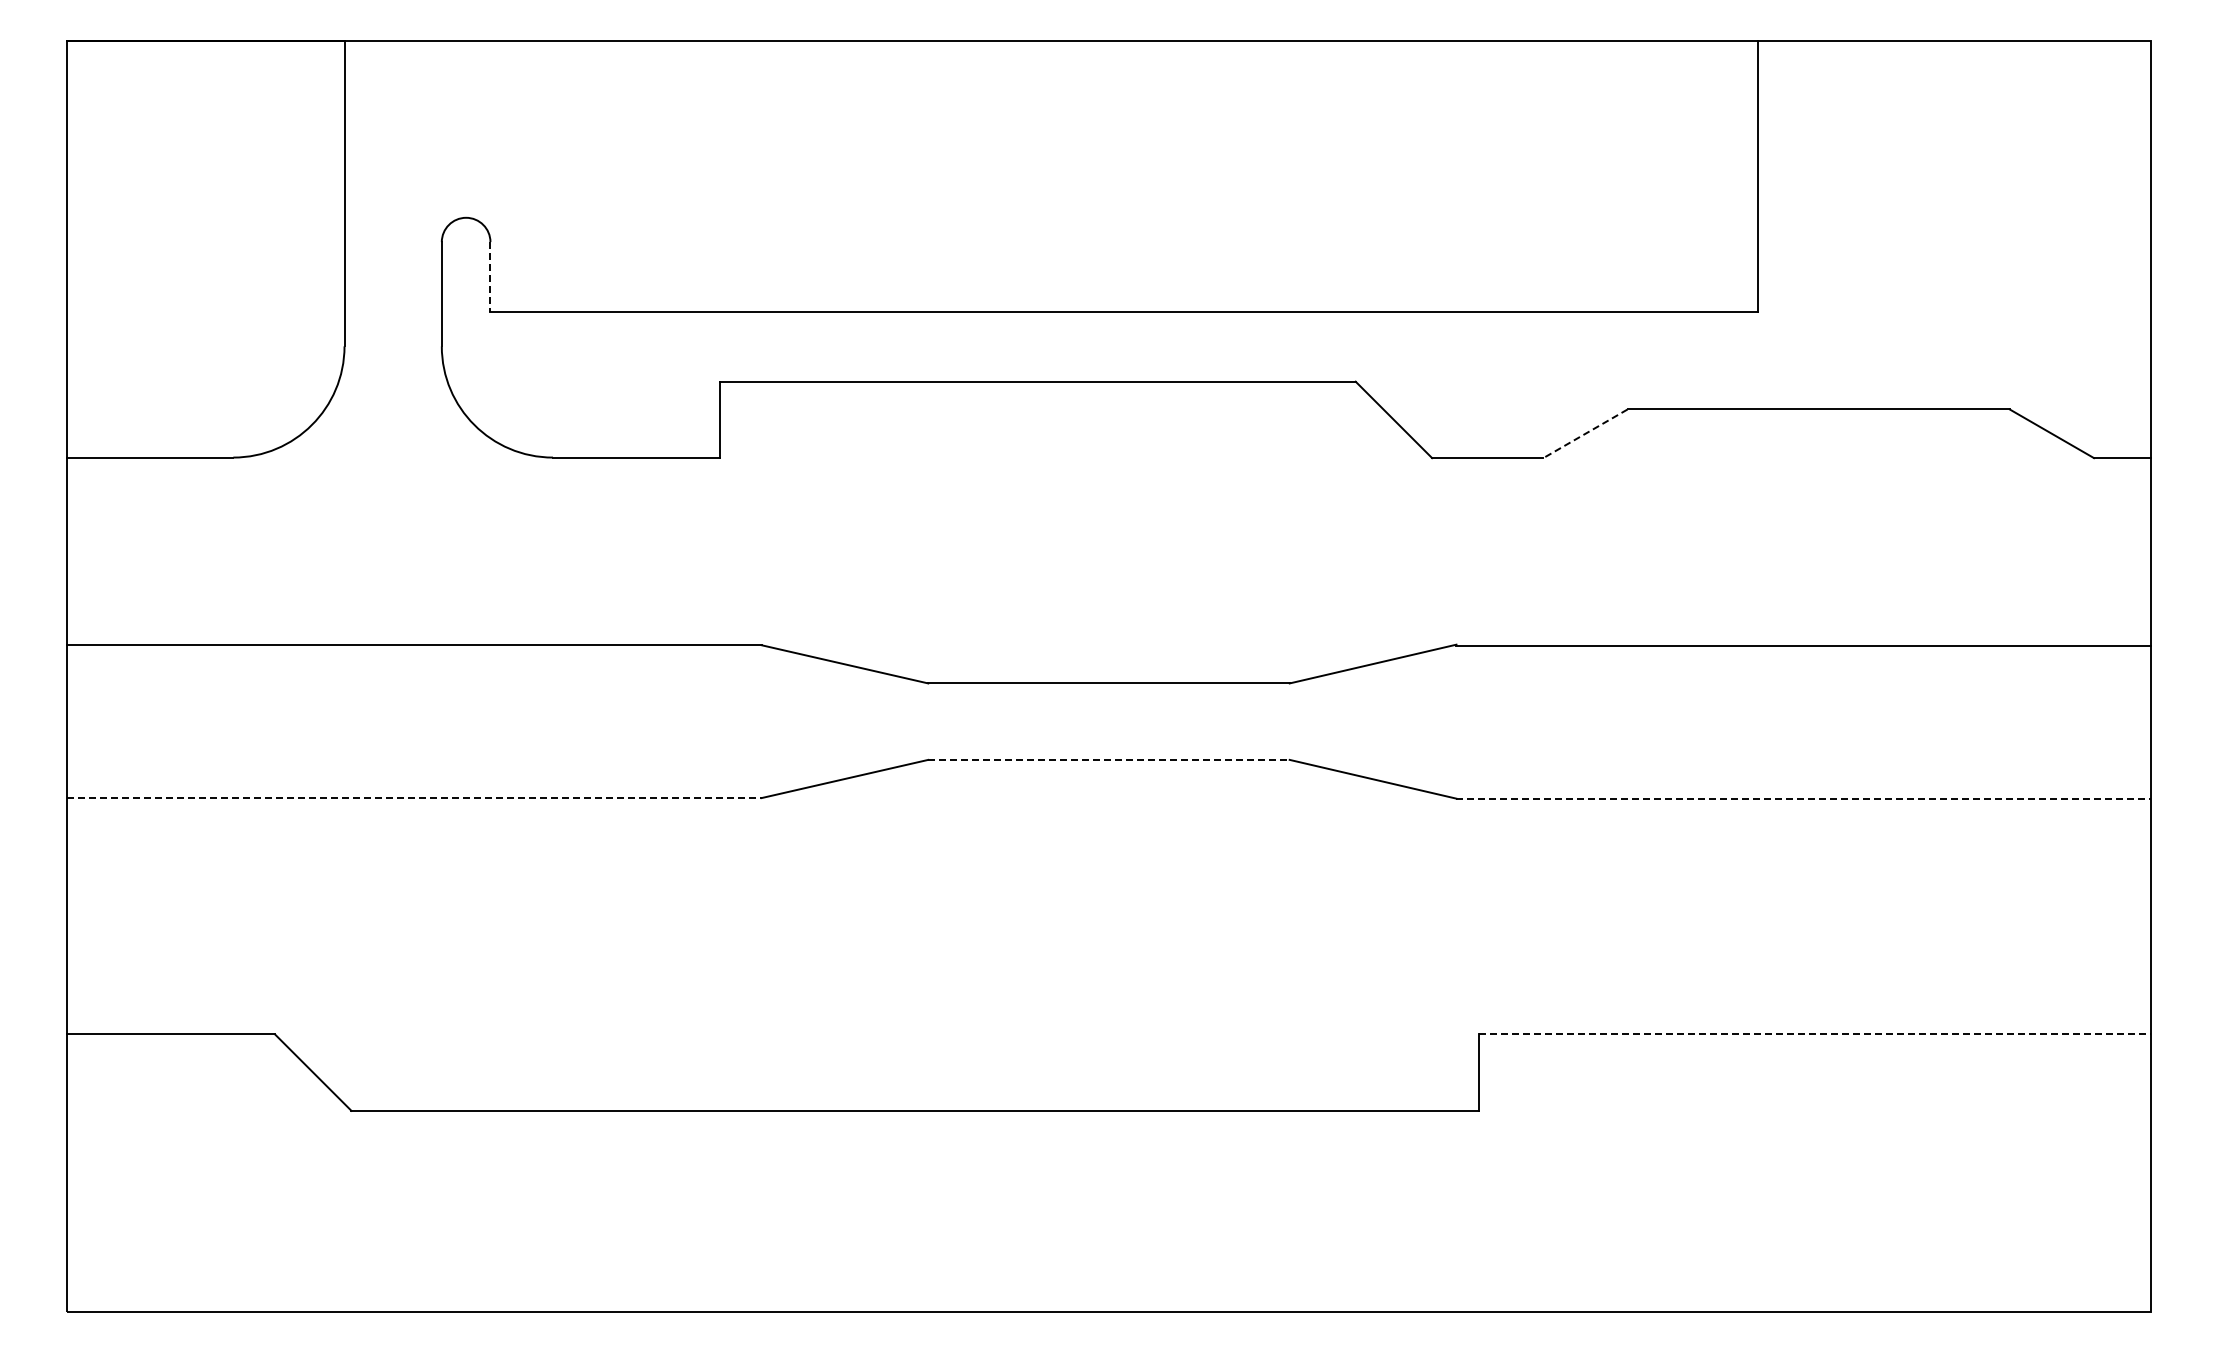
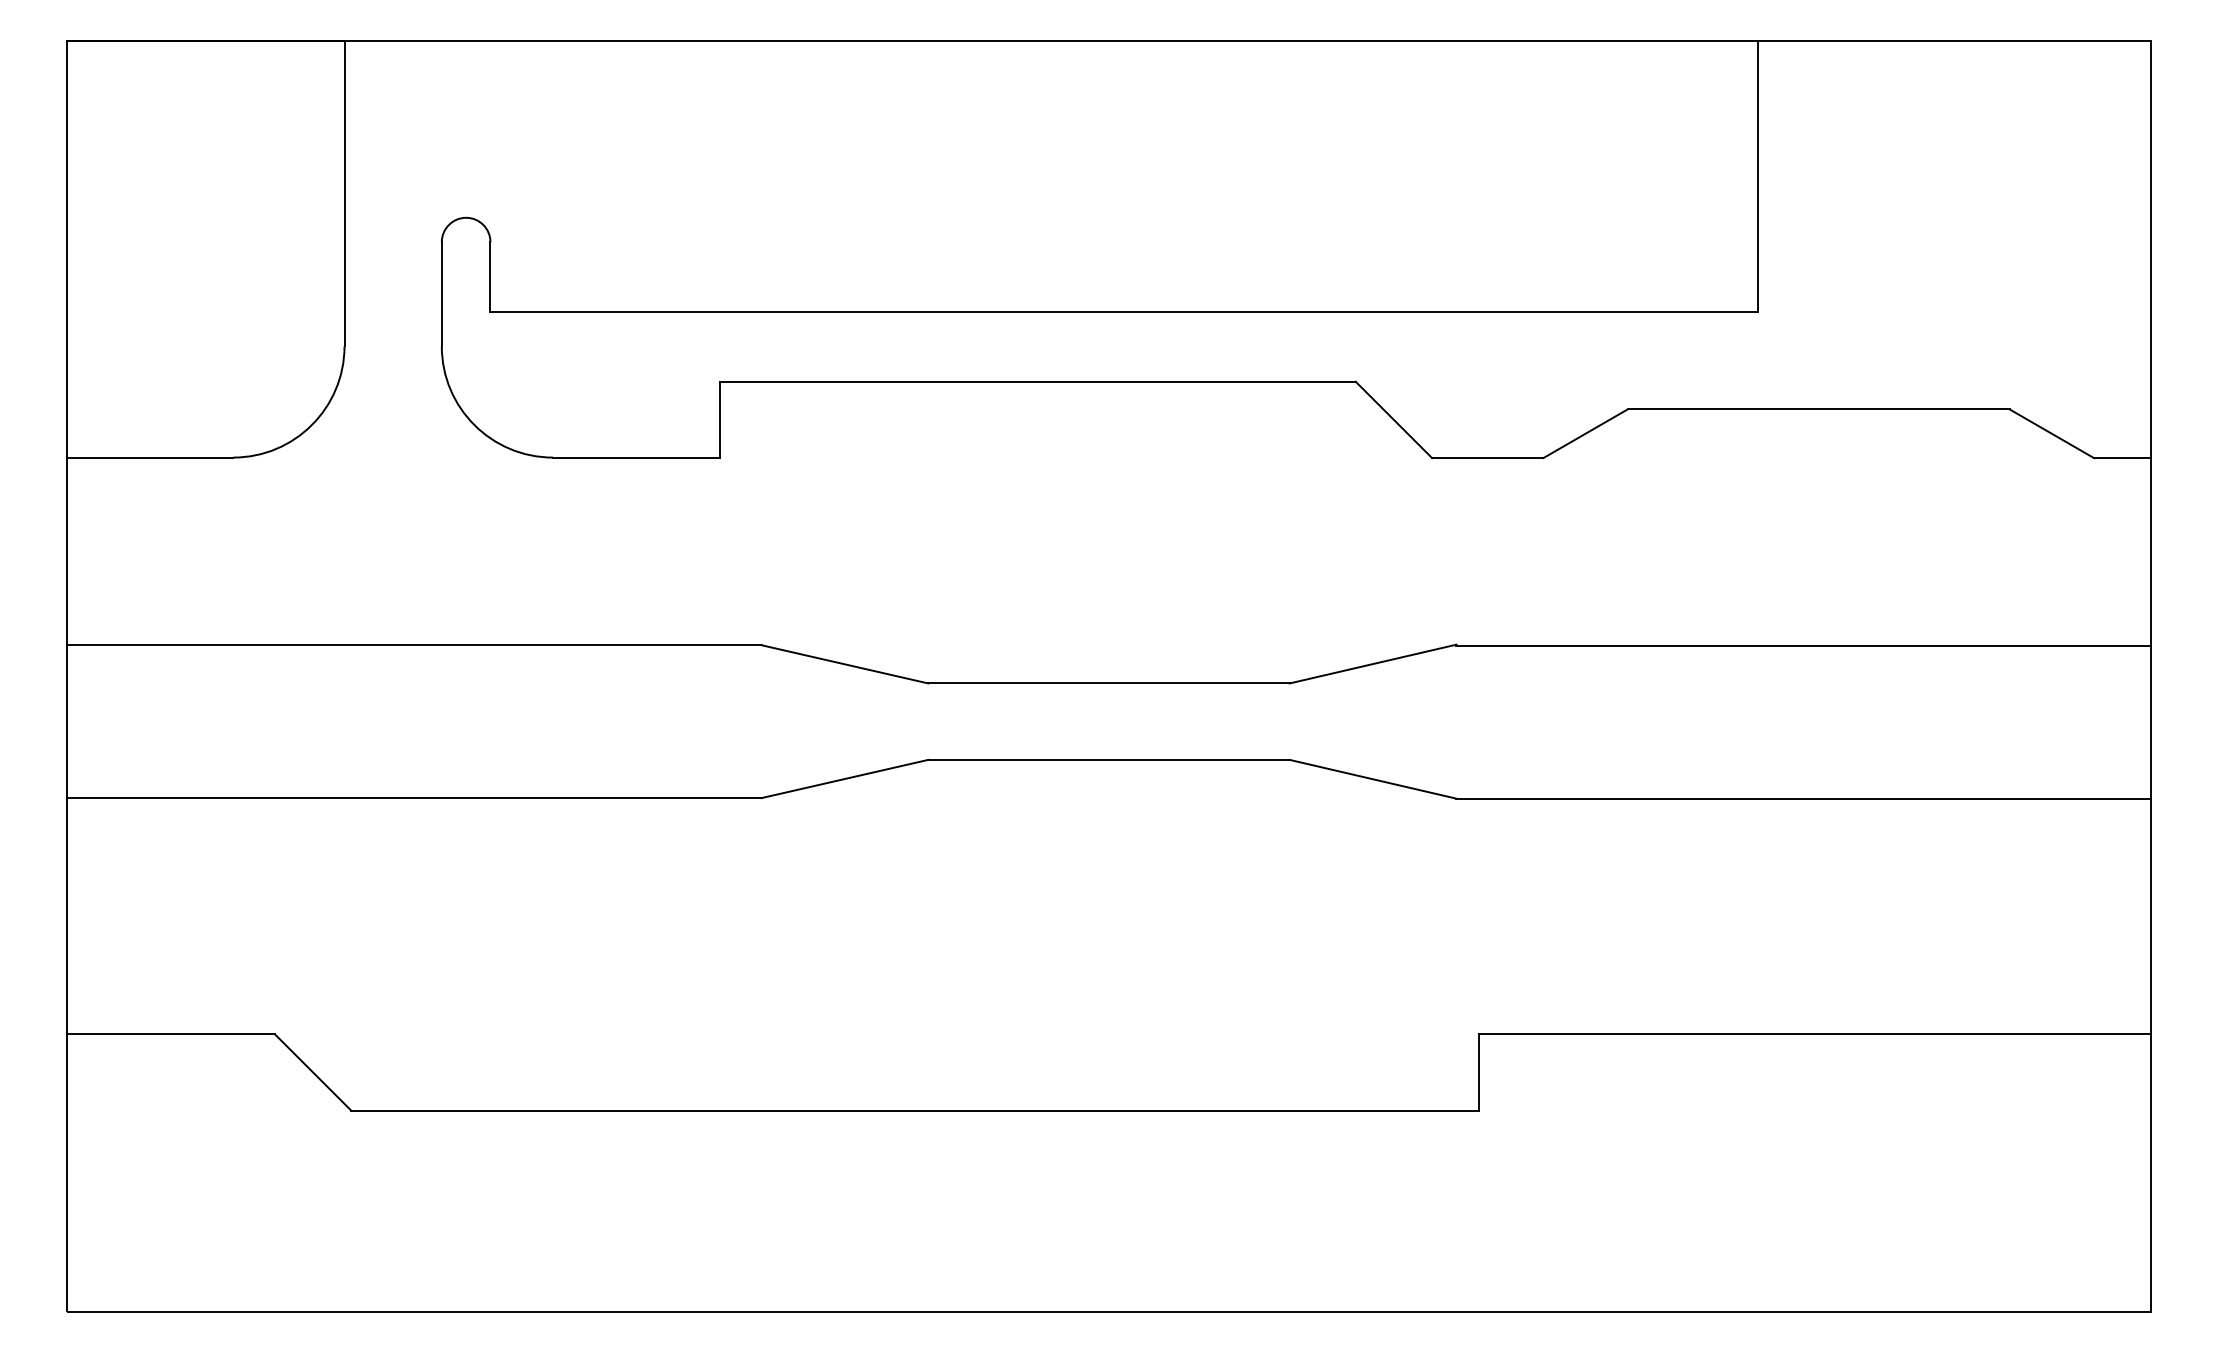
line at (490, 276): dashed -> solid
line at (1585, 433): dashed -> solid
line at (1109, 759): dashed -> solid
line at (414, 798): dashed -> solid
line at (1804, 798): dashed -> solid
line at (1815, 1034): dashed -> solid
